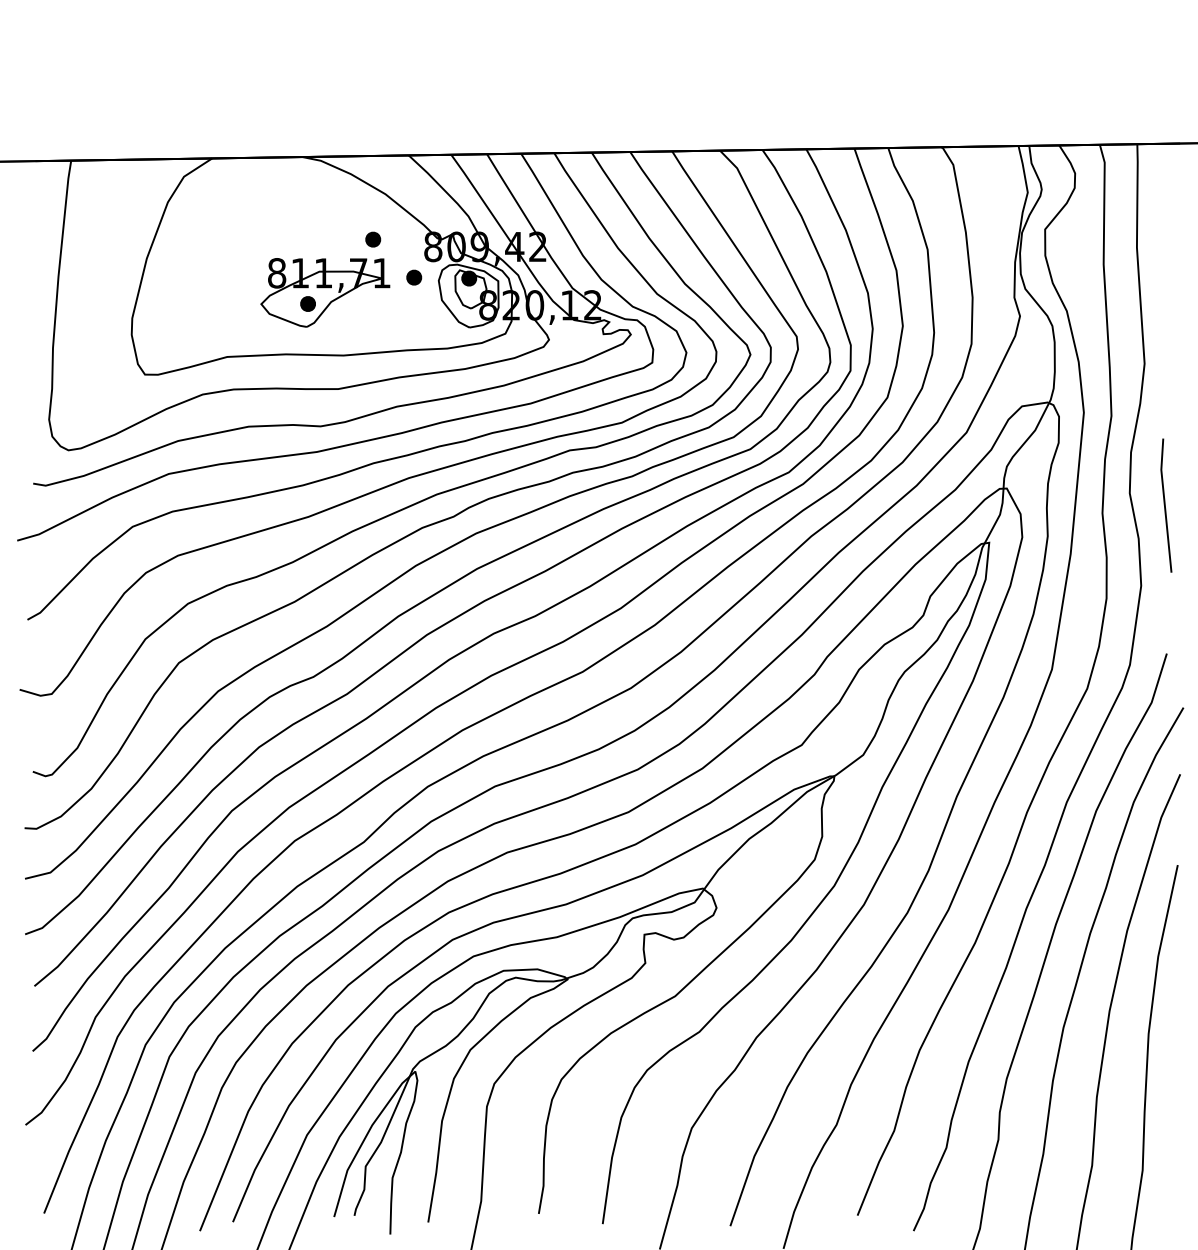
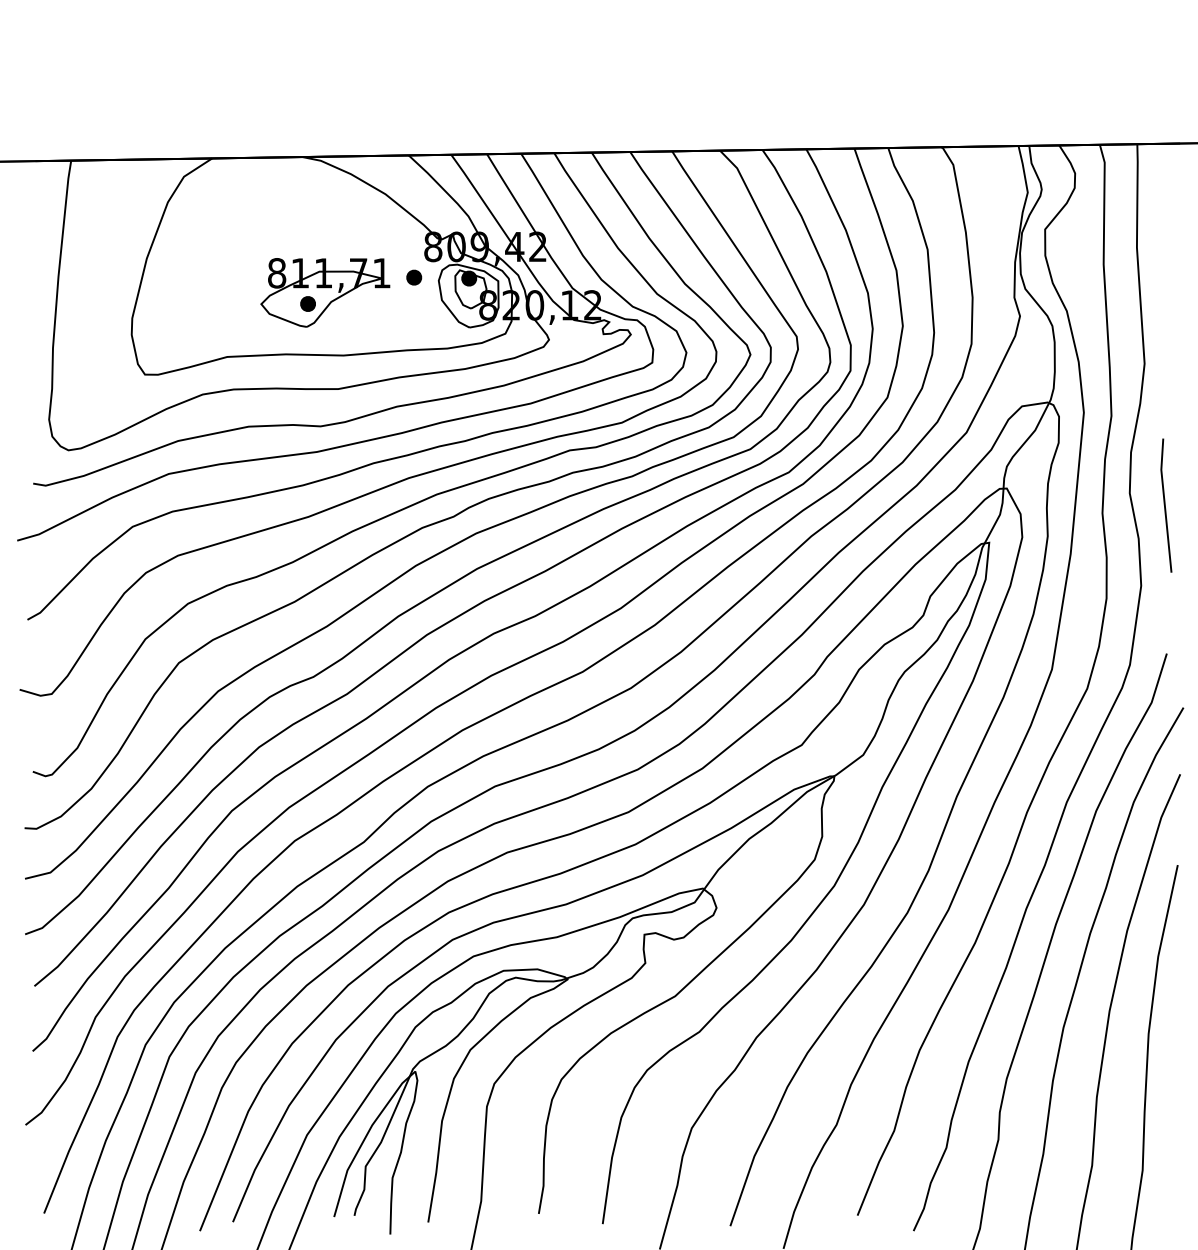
part at (373, 239): present -> none
